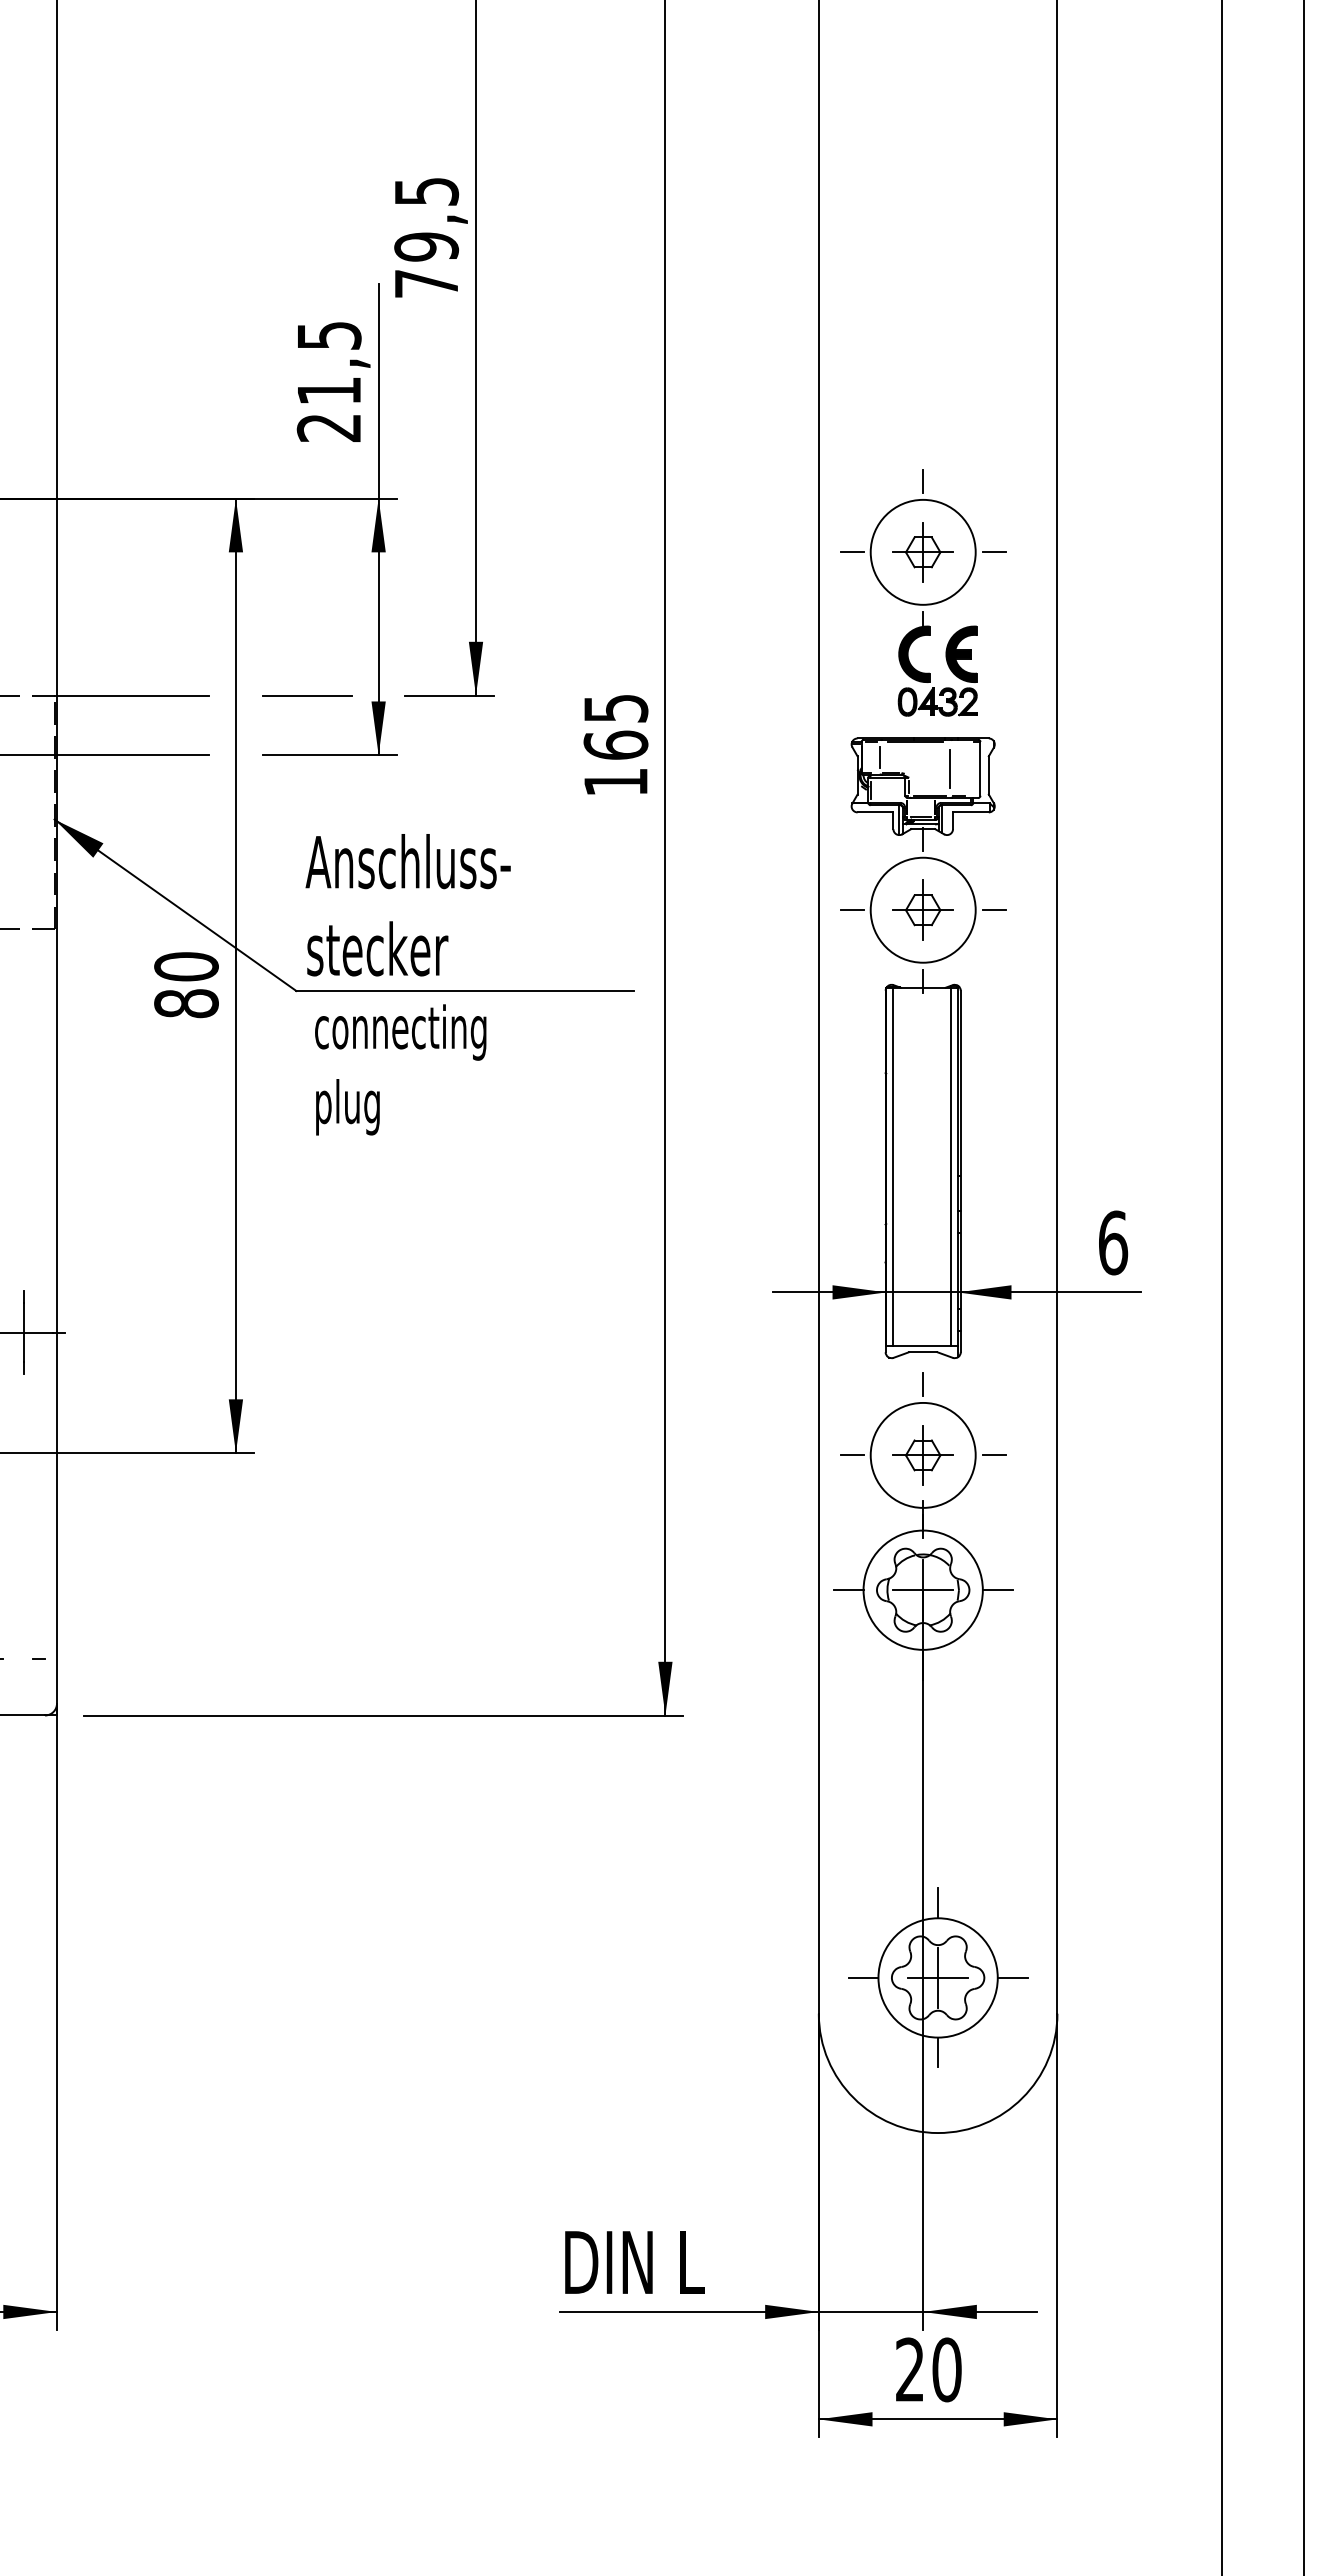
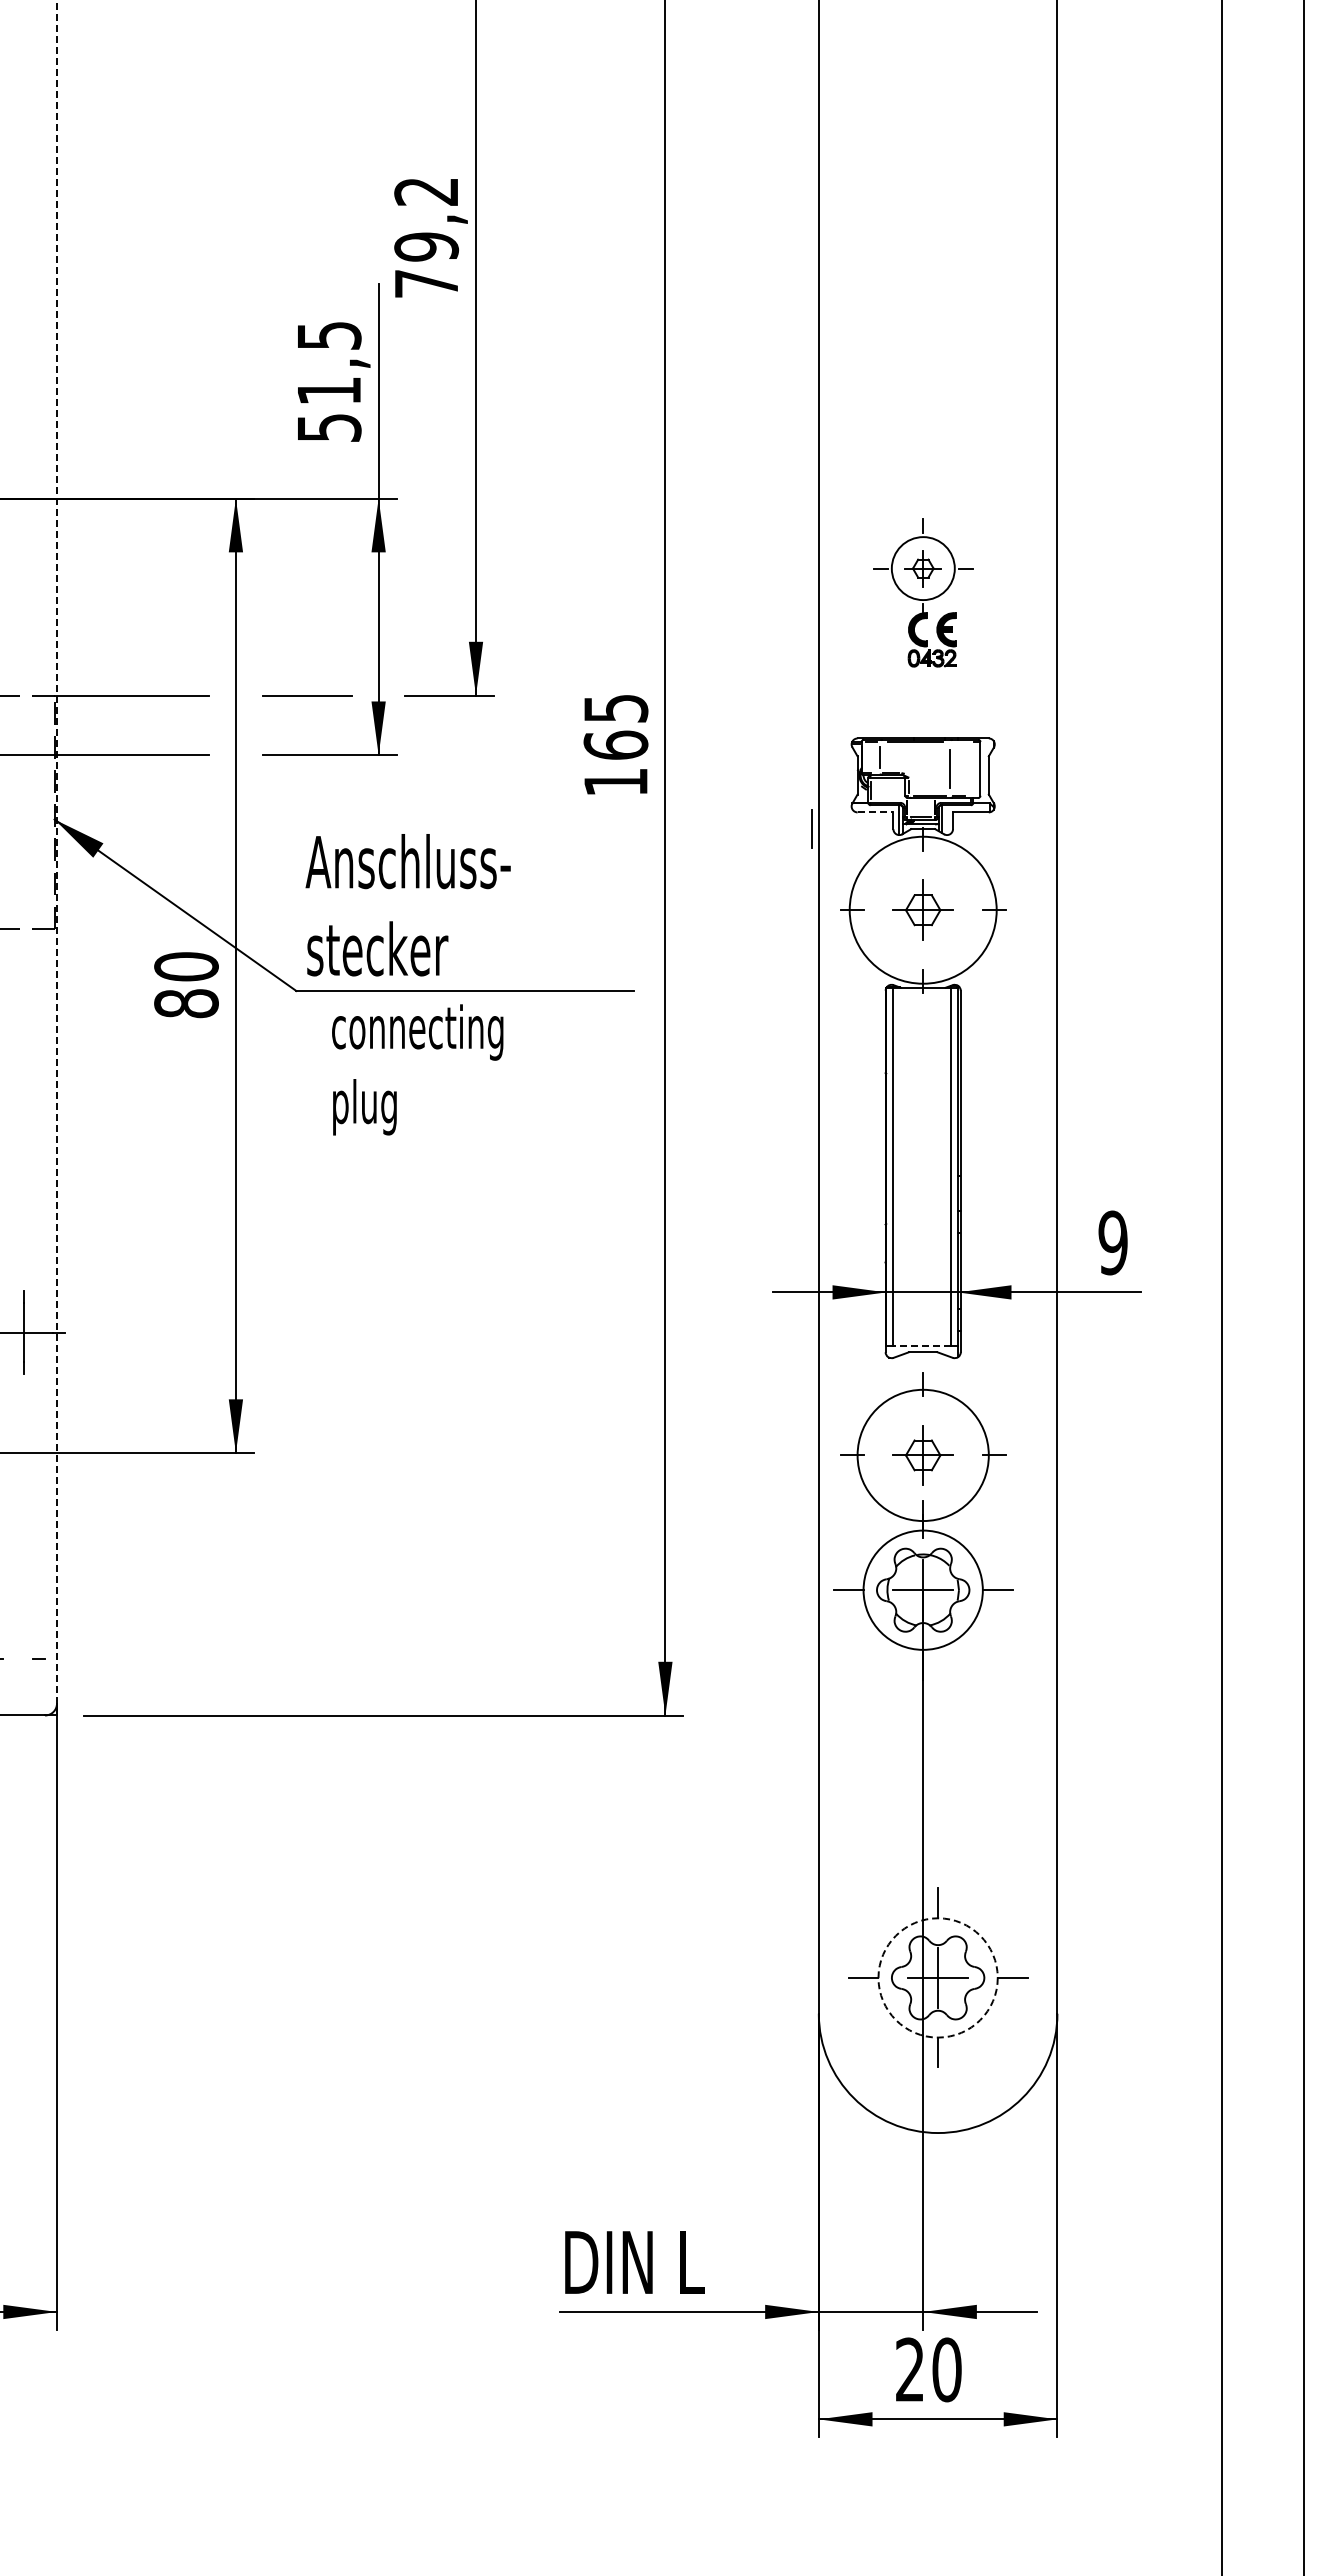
text at (426, 191): 79,5 -> 79,2
text at (328, 427): 21,5 -> 51,5
part at (923, 592) size: 167x248 px -> 101x150 px
line at (875, 812): solid -> dashed
line at (811, 828): none -> present
line at (57, 851): solid -> dashed
circle at (922, 909) diameter: 105 px -> 147 px
text at (400, 1069) position: (400, 1069) -> (417, 1069)
text at (1113, 1242): 6 -> 9
line at (922, 1345): solid -> dashed
circle at (922, 1454) diameter: 105 px -> 131 px
circle at (937, 1977): solid -> dashed
